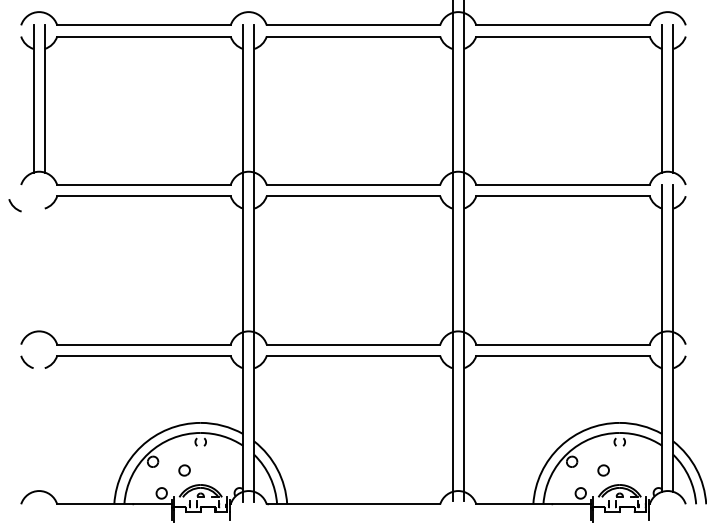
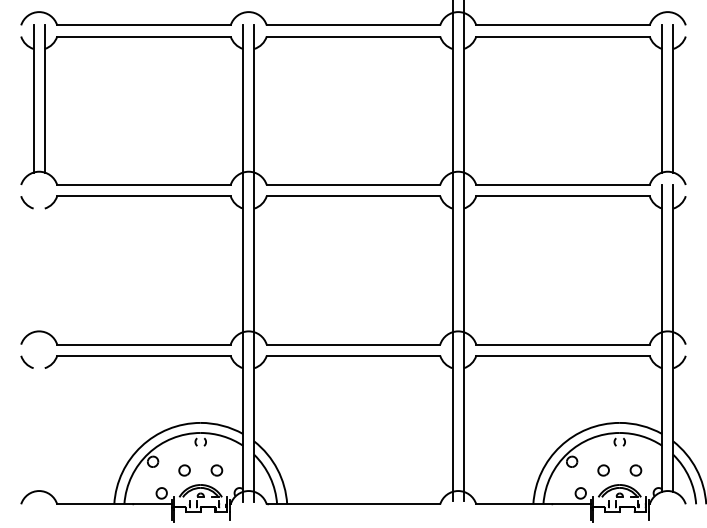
arc at (13, 205) position: (13, 205) -> (25, 202)
part at (216, 470): none -> present
part at (635, 470): none -> present
